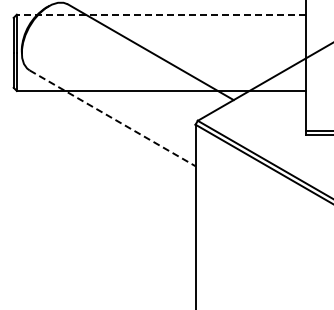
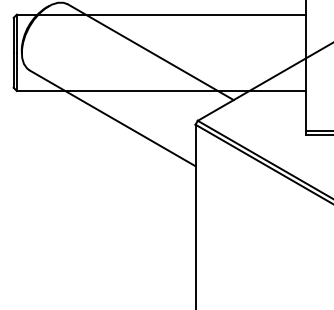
line at (161, 14): dashed -> solid
line at (112, 118): dashed -> solid
